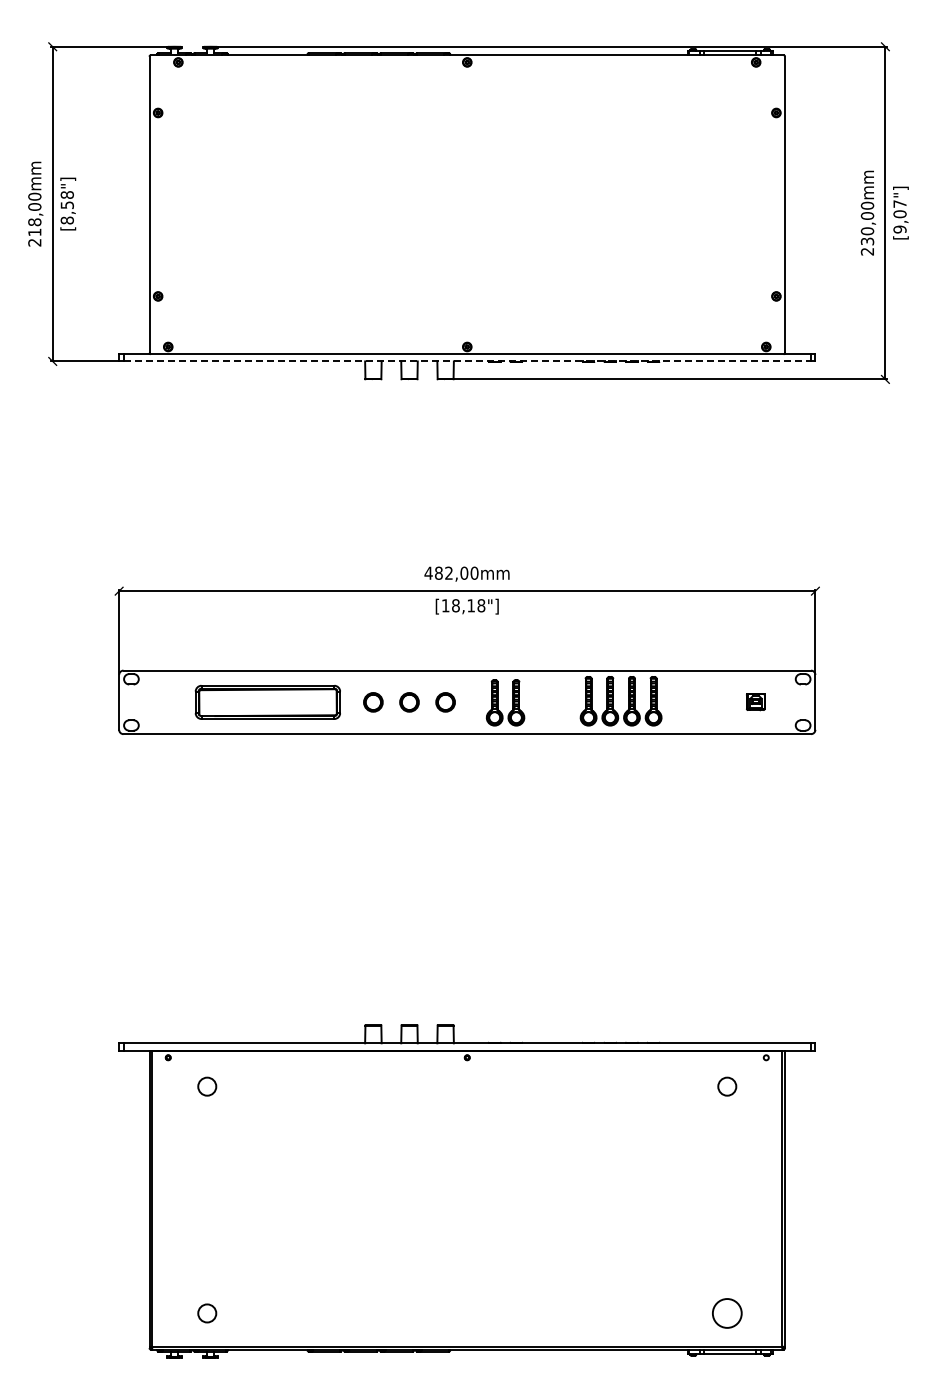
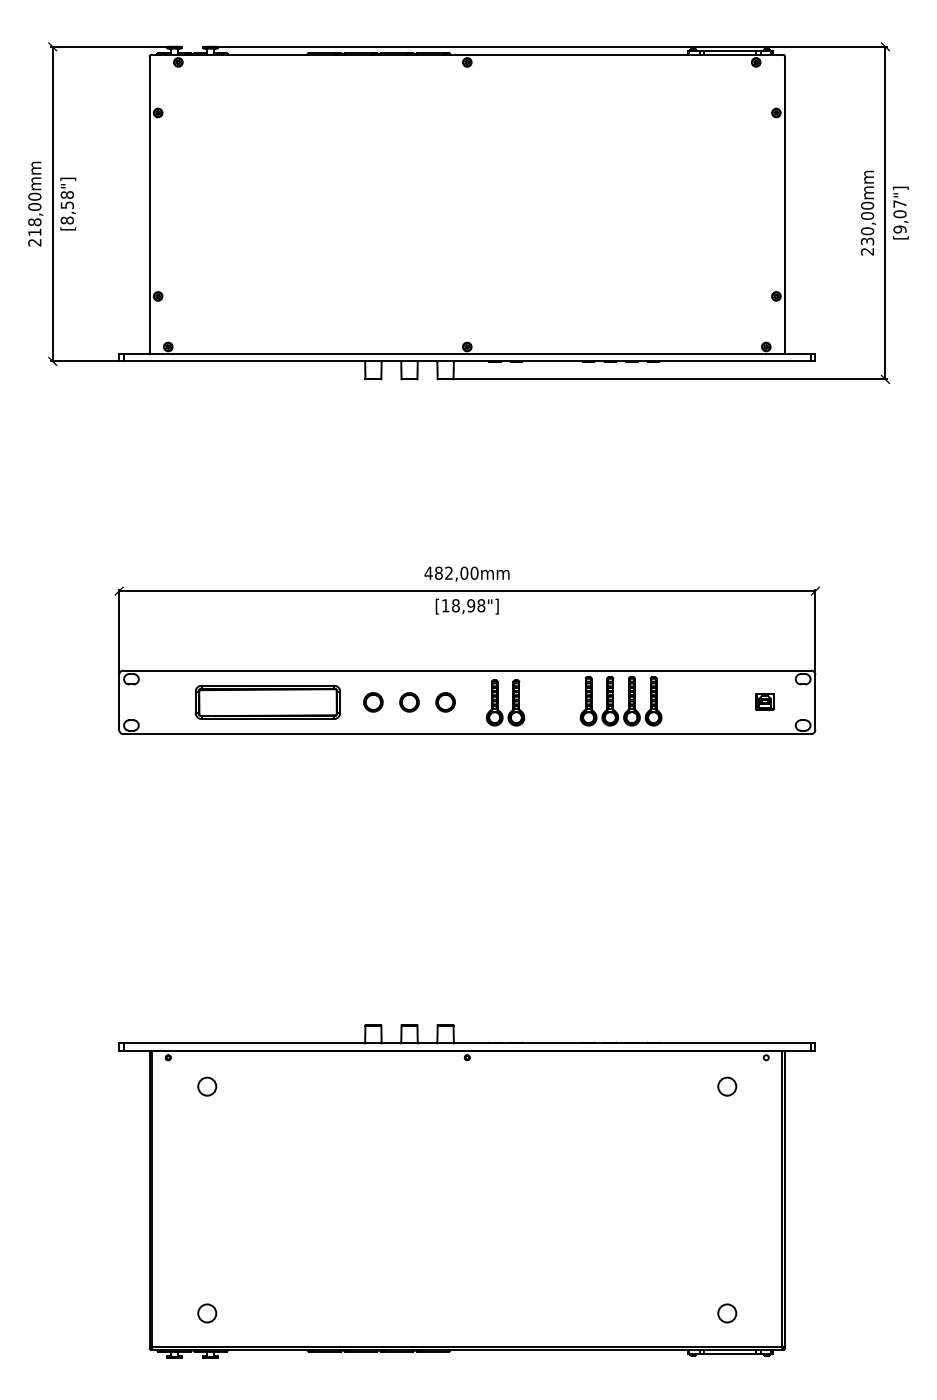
line at (467, 361): dashed -> solid
text at (471, 605): [18,18"] -> [18,98"]
part at (755, 702) position: (755, 702) -> (764, 702)
circle at (726, 1313) diameter: 29 px -> 18 px
